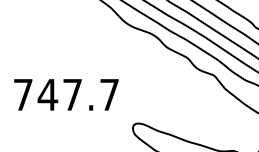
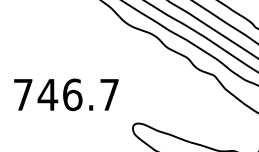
text at (72, 94): 747.7 -> 746.7
